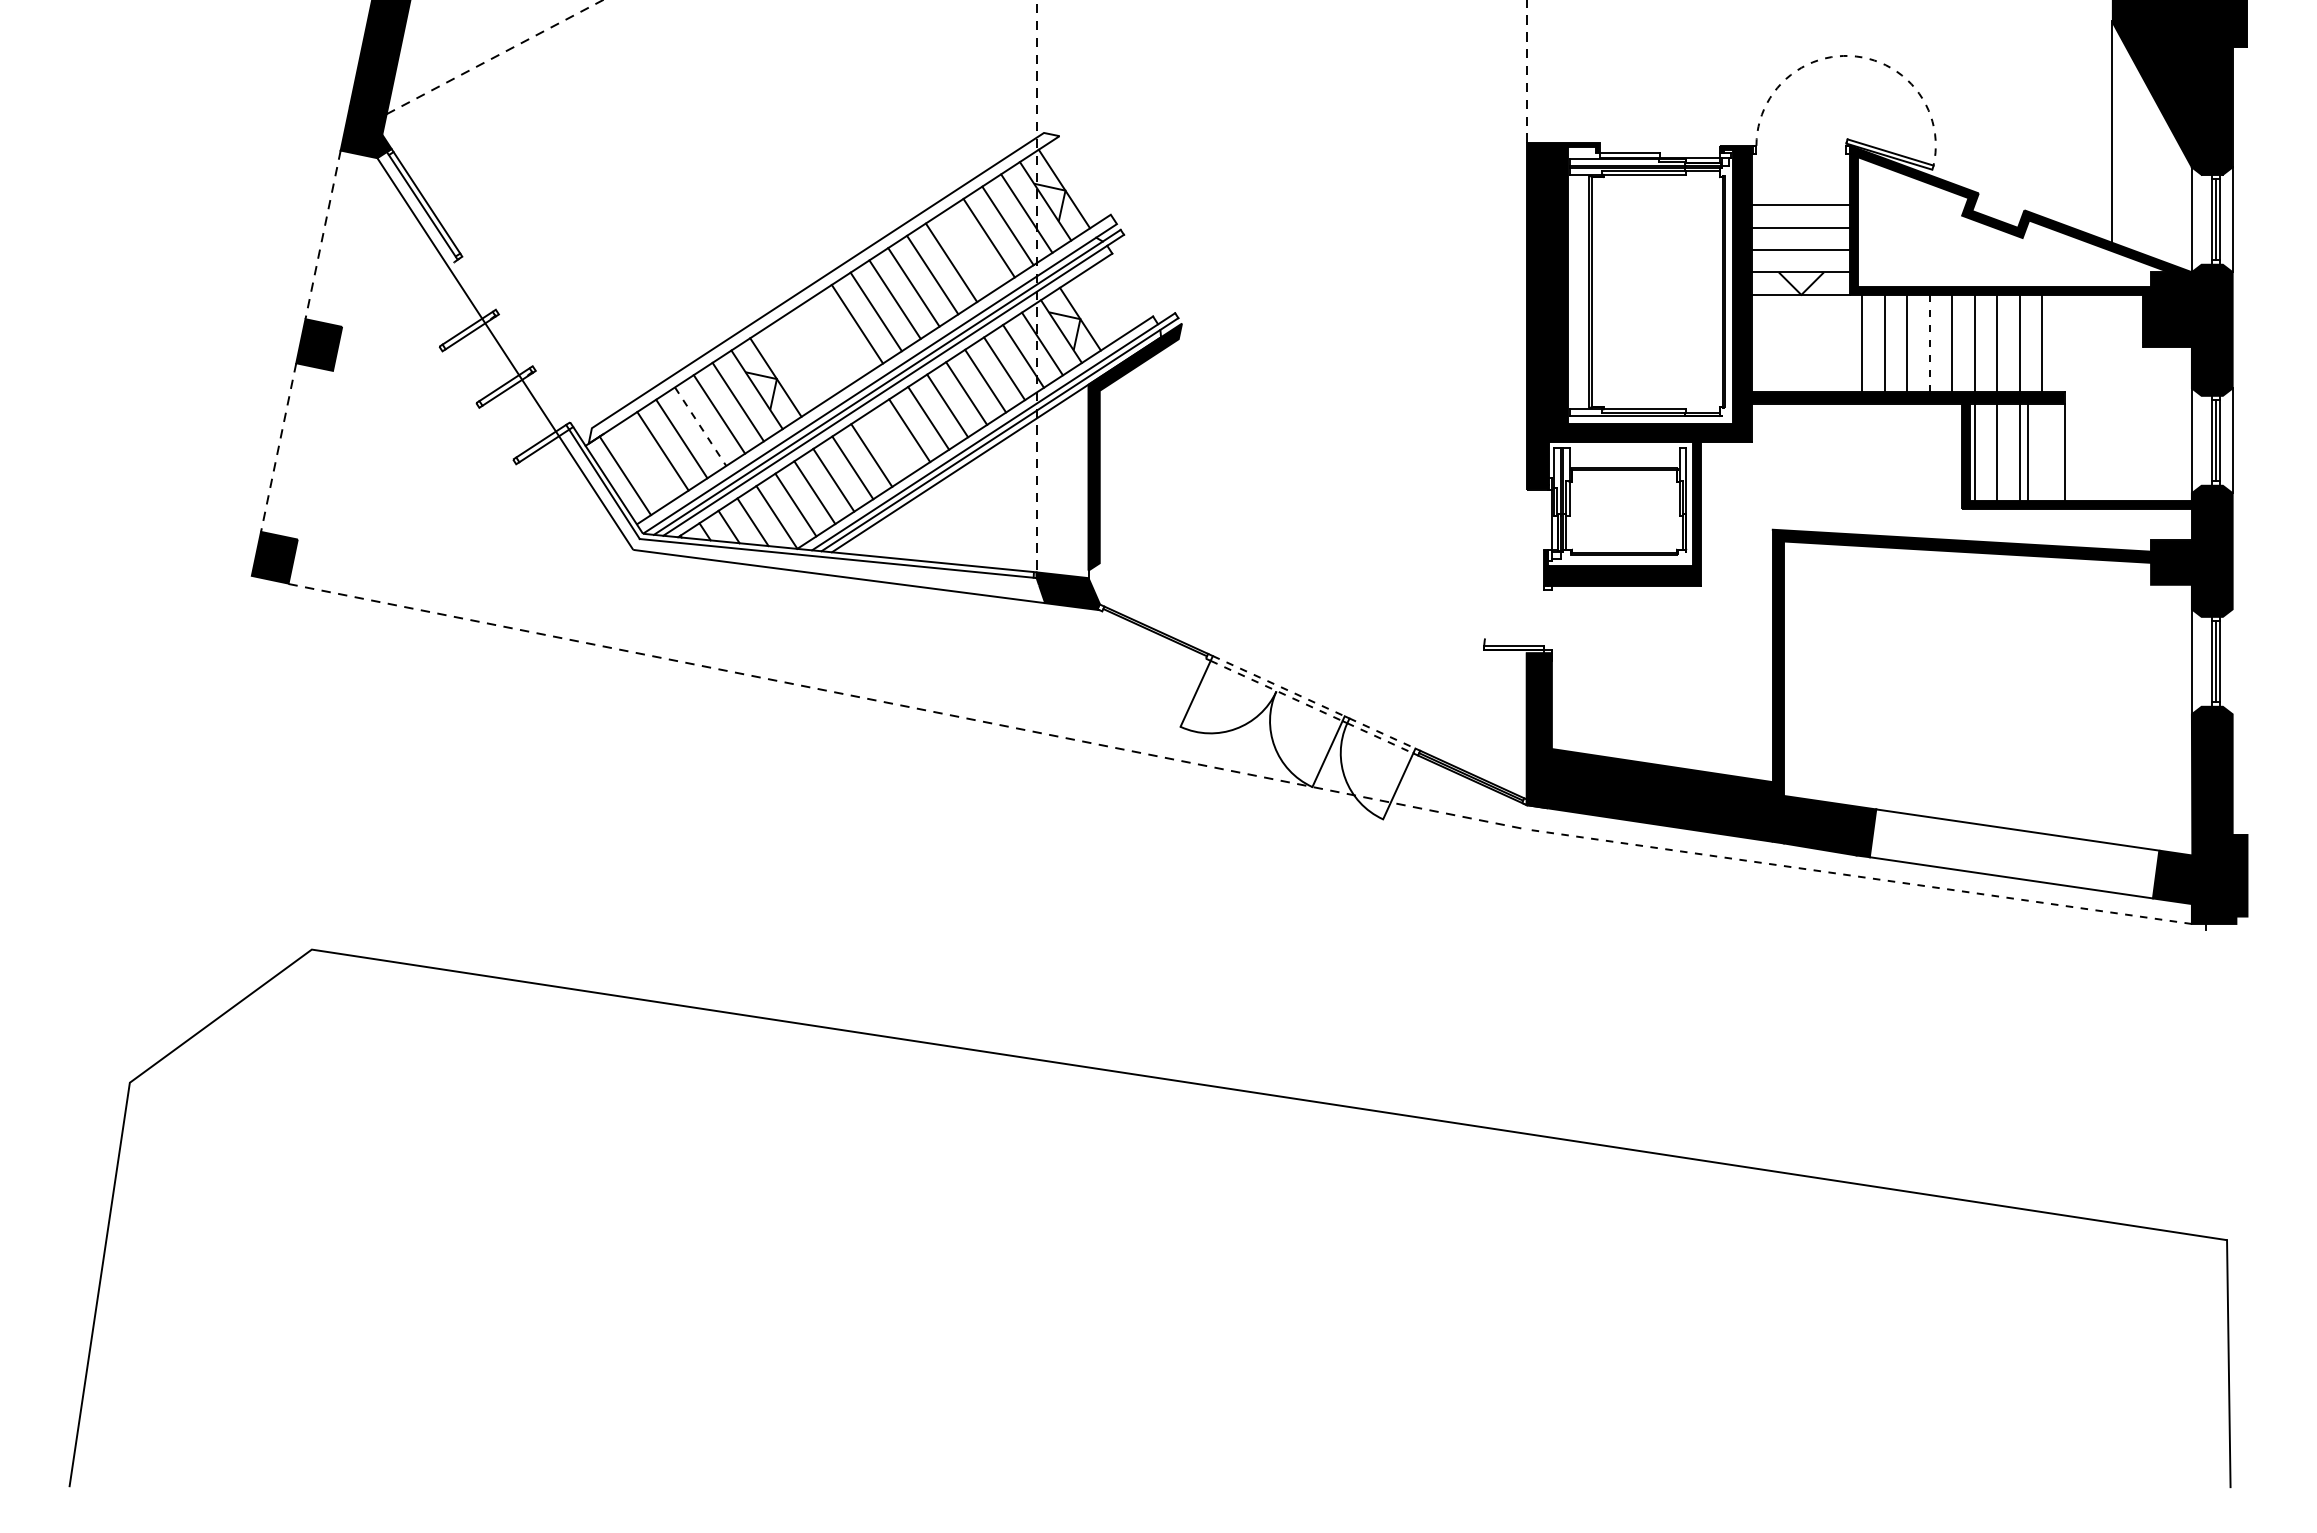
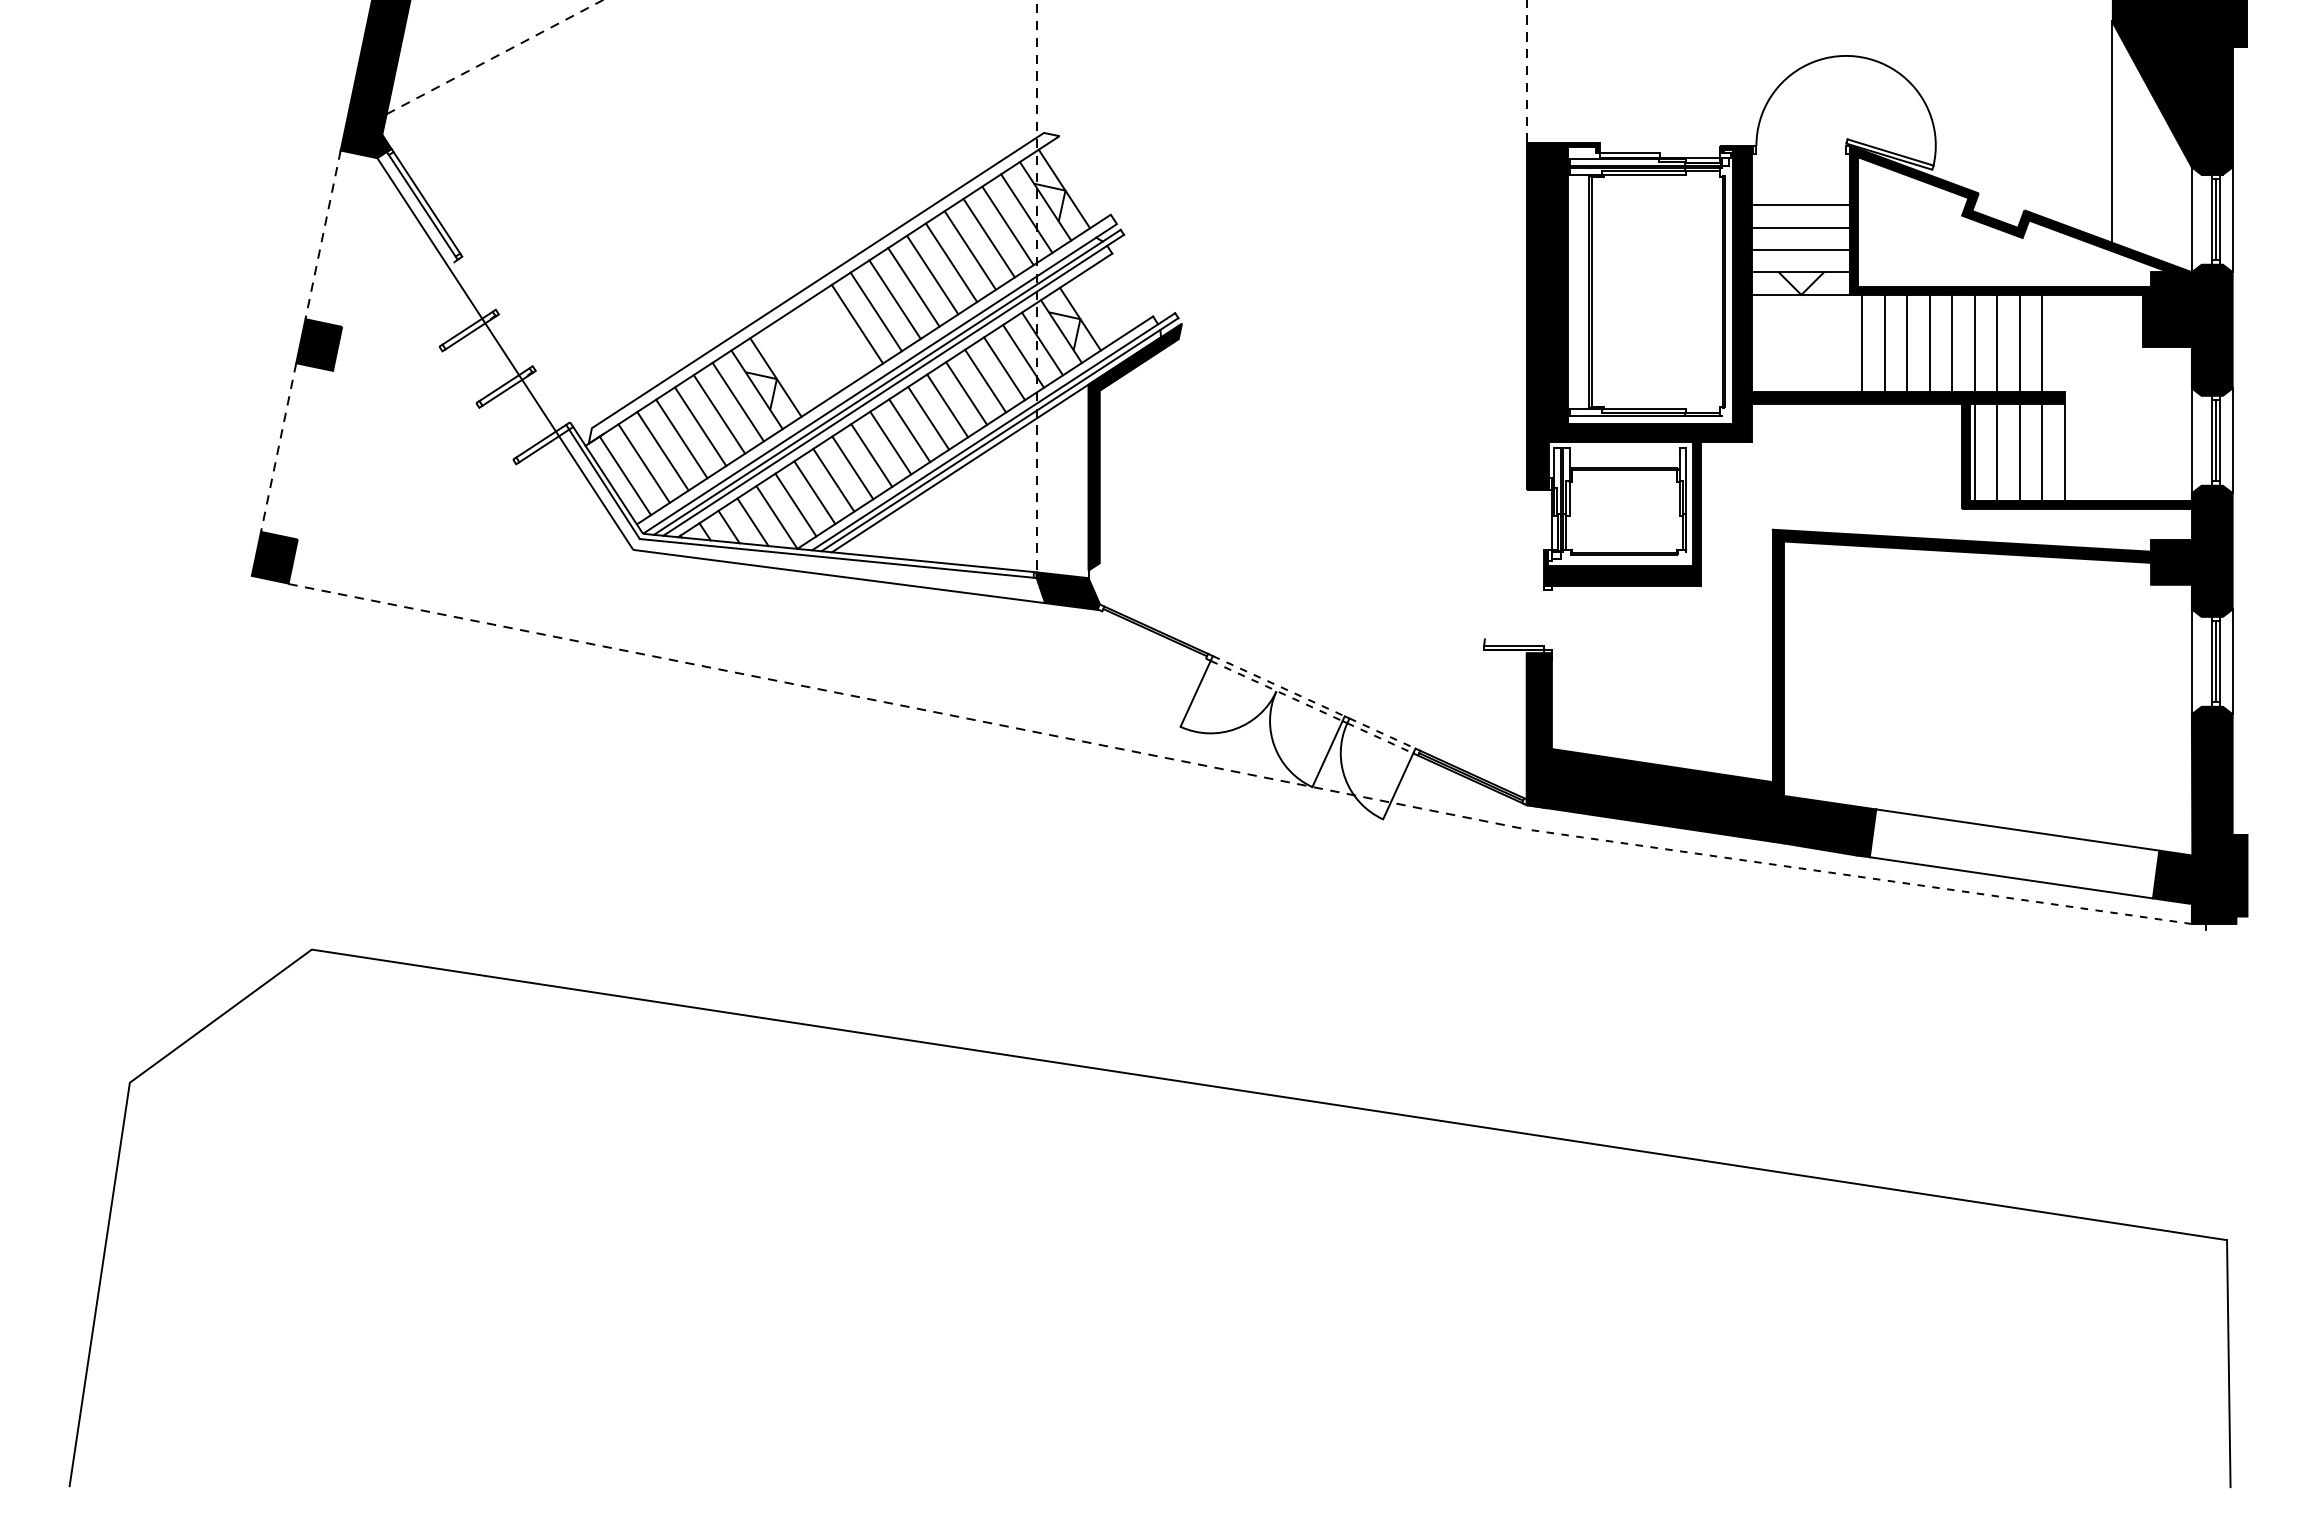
arc at (1856, 56): dashed -> solid
line at (969, 250): none -> present
line at (1929, 343): dashed -> solid
line at (700, 426): dashed -> solid
line at (890, 442): none -> present
line at (2028, 451) position: (2028, 451) -> (2042, 451)
line at (643, 463): none -> present
line at (2232, 661): none -> present
